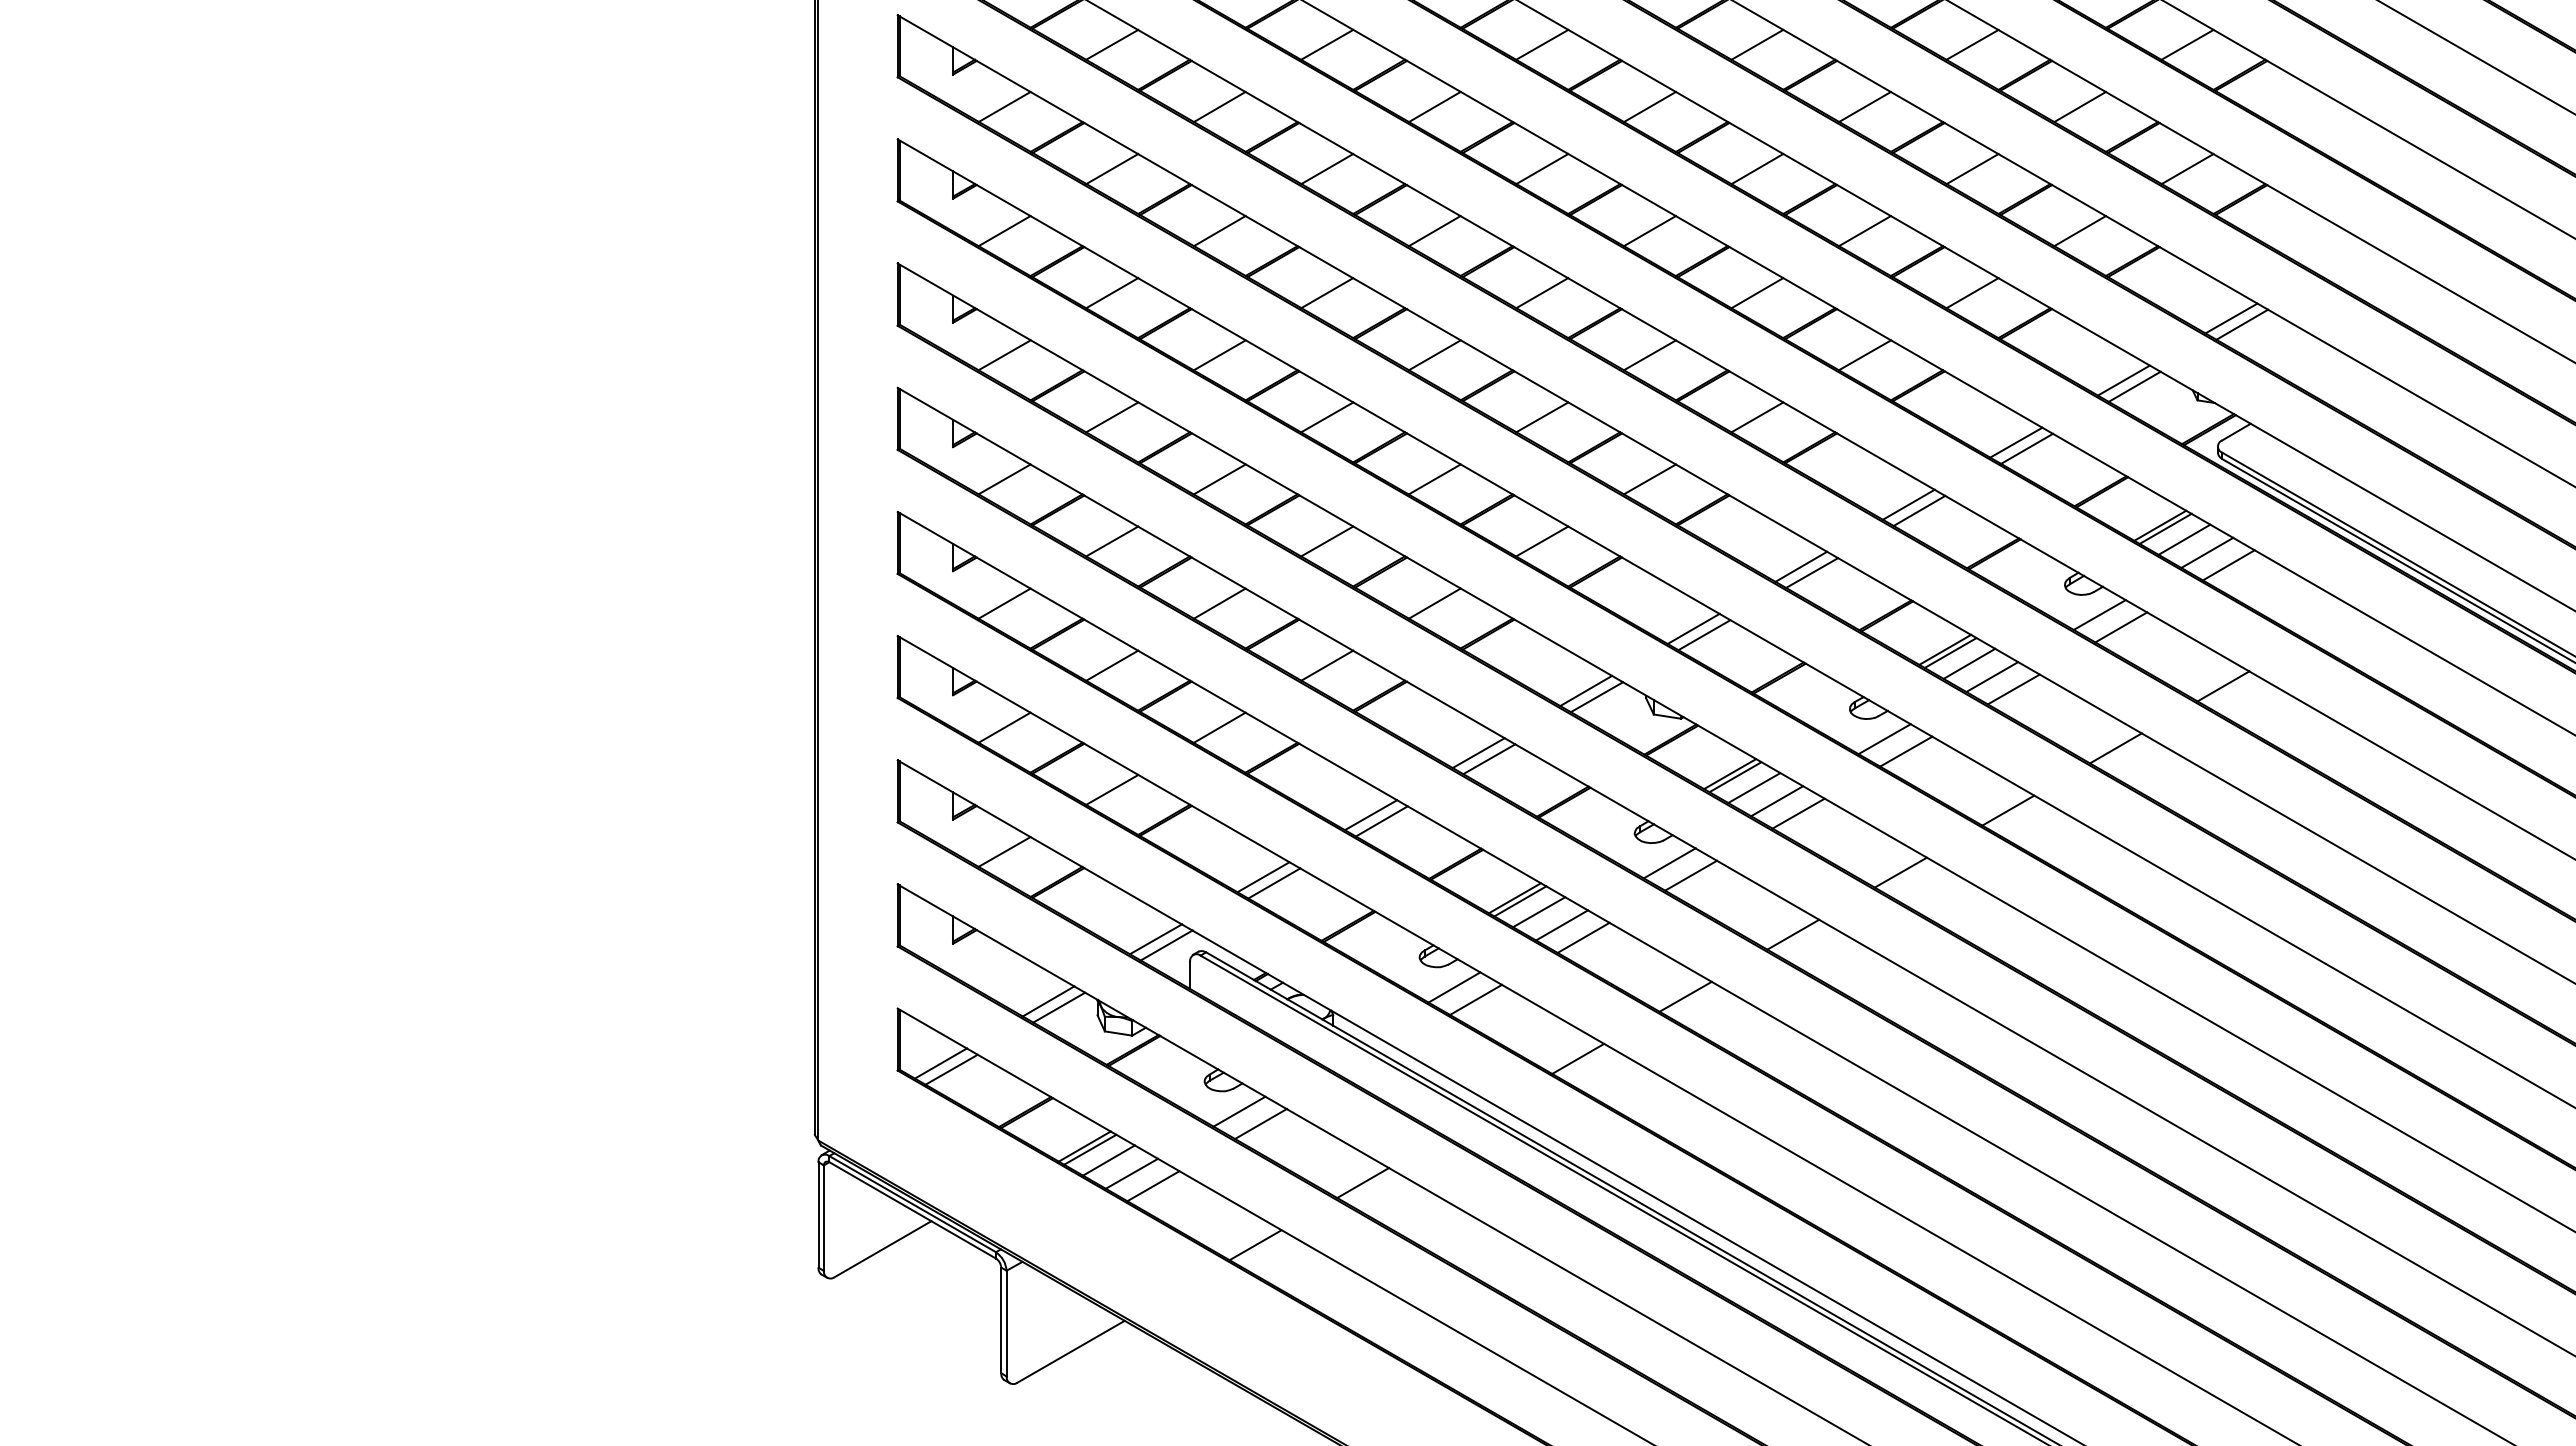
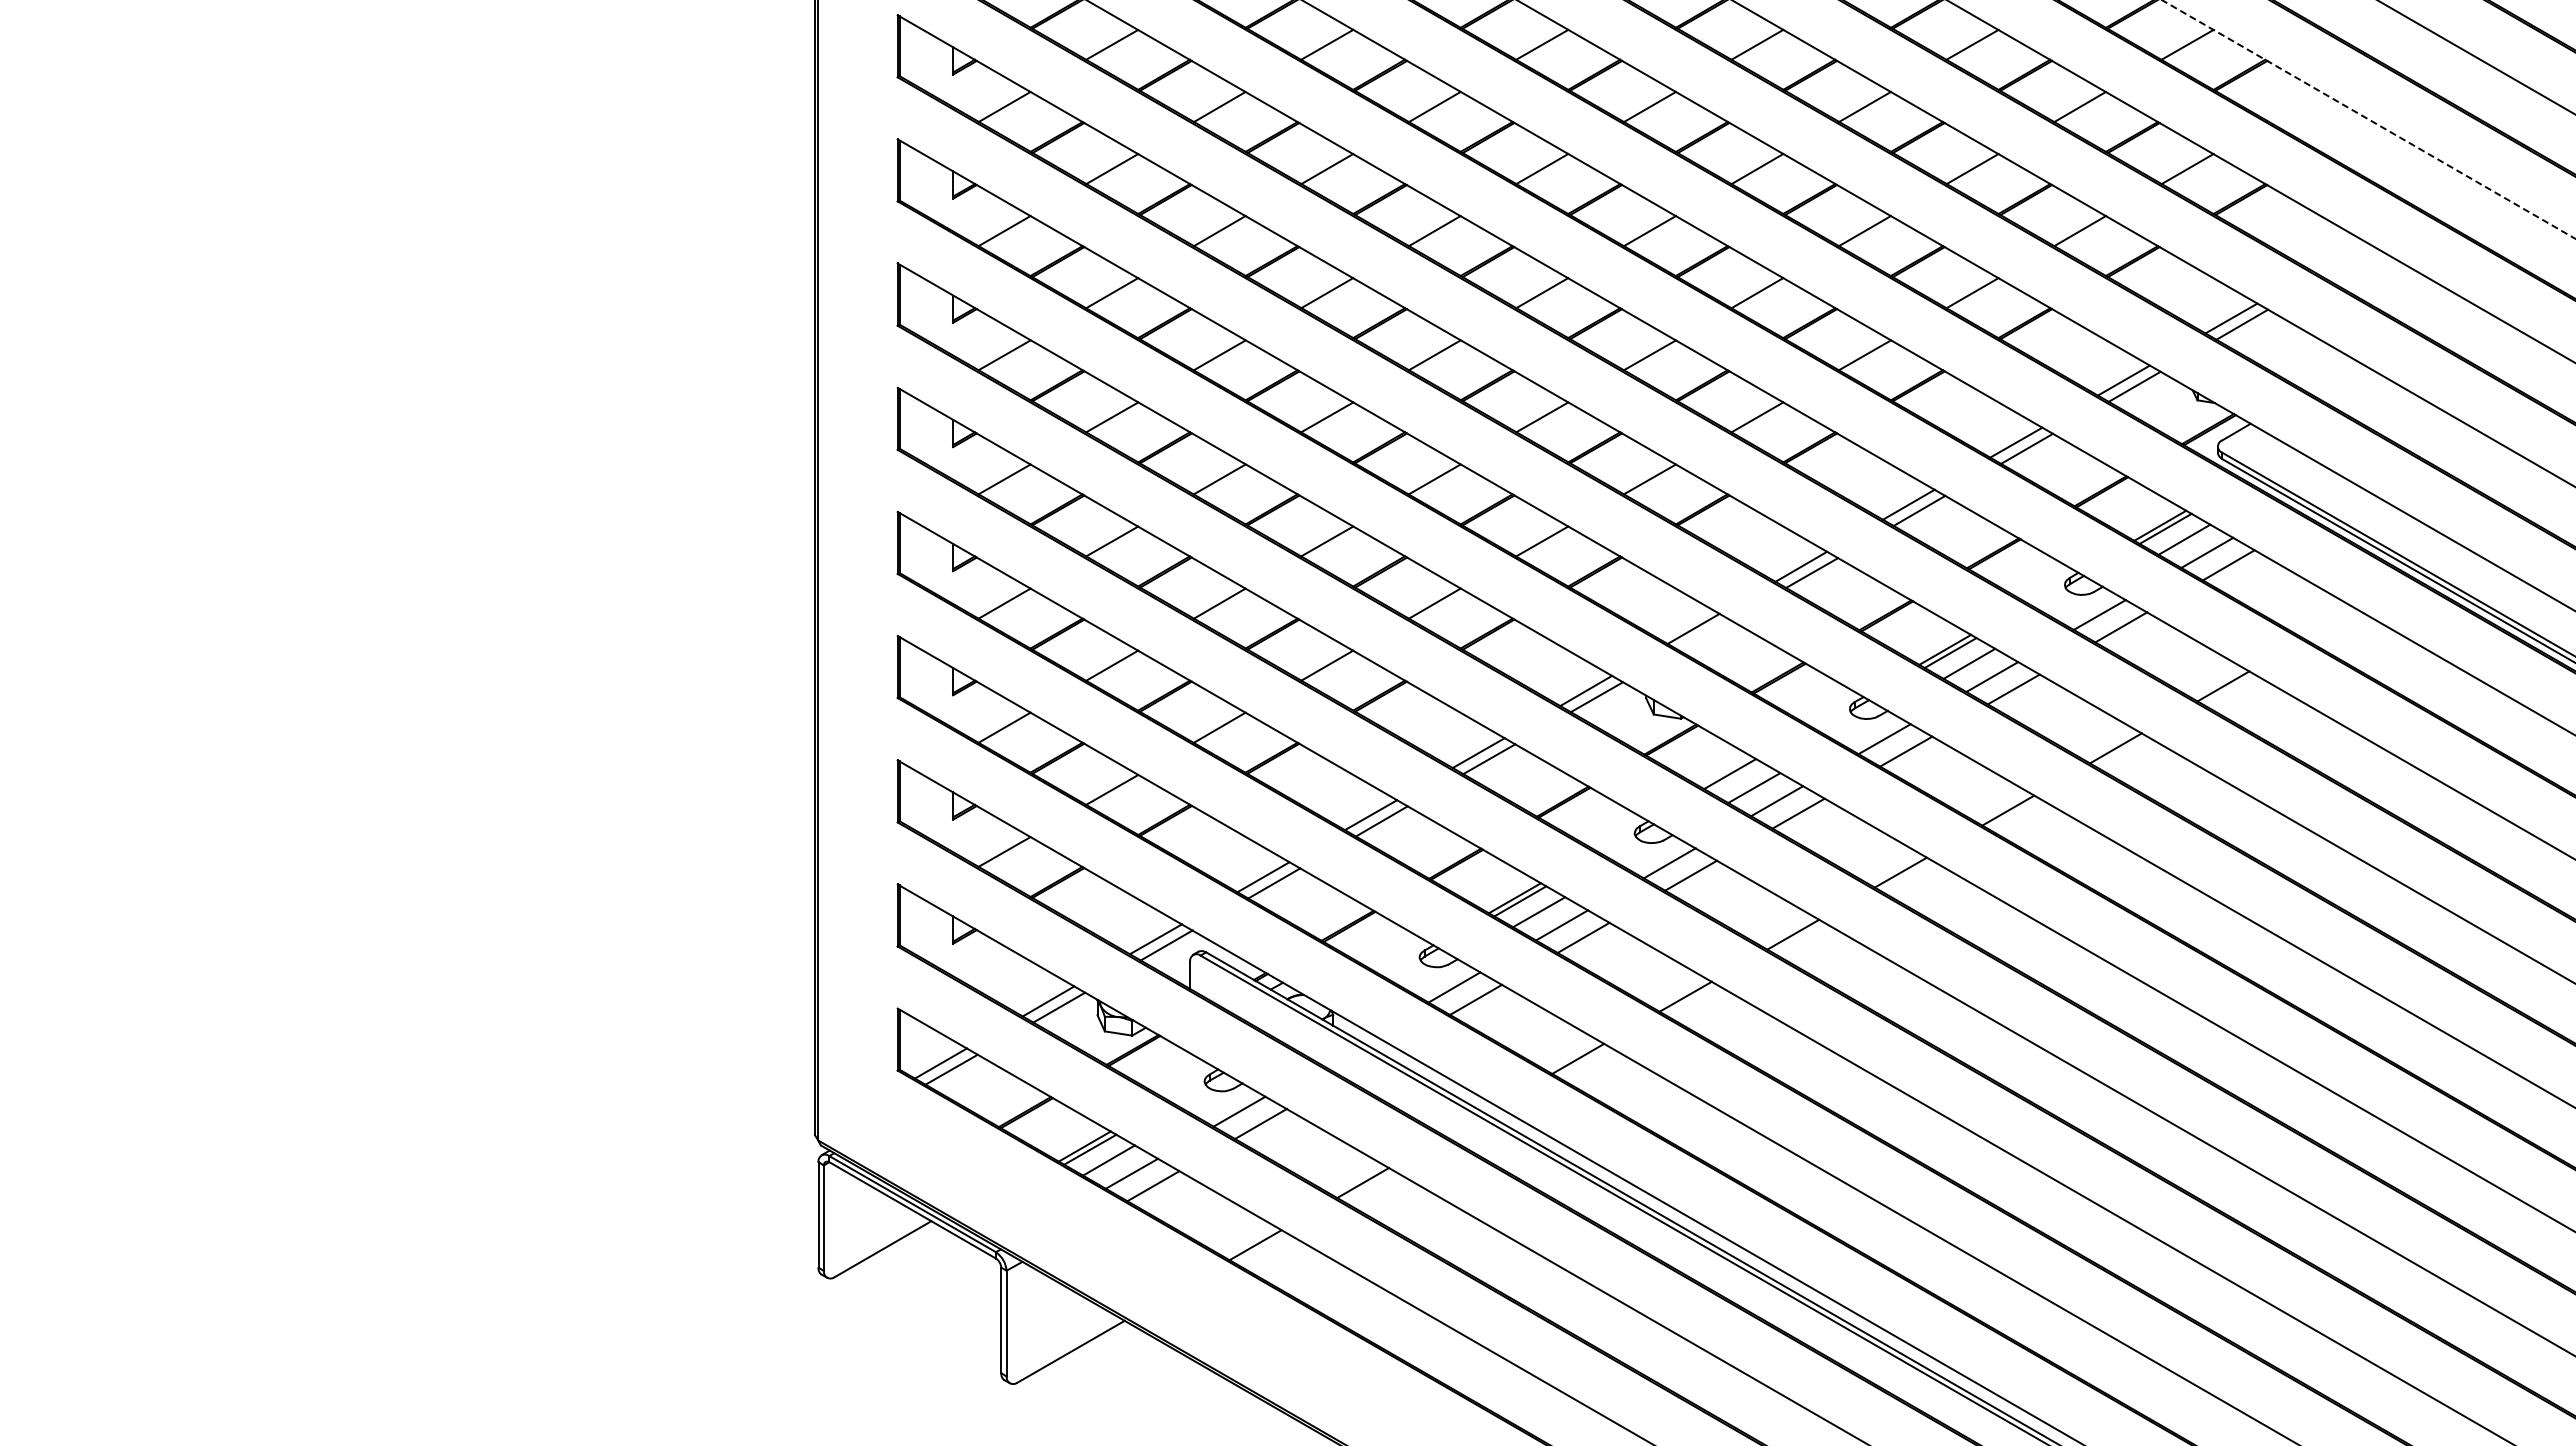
line at (2368, 119): solid -> dashed
line at (1704, 635): present -> none
line at (1735, 777): present -> none
